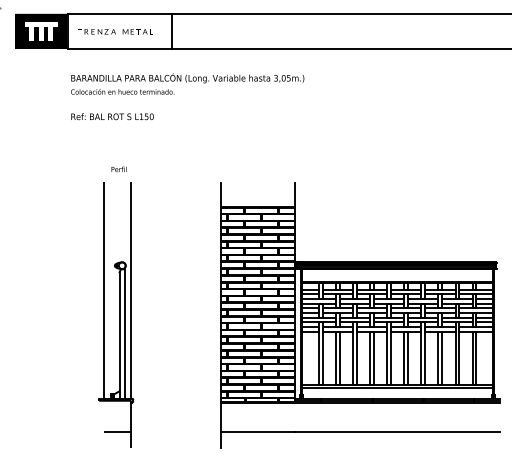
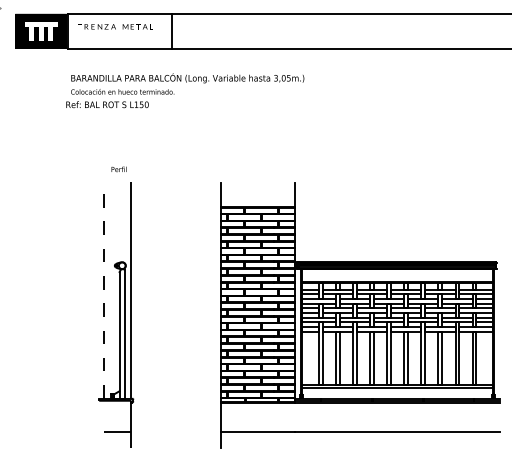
text at (115, 31) position: (115, 31) -> (115, 26)
text at (112, 116) position: (112, 116) -> (107, 104)
line at (104, 289): solid -> dashed
